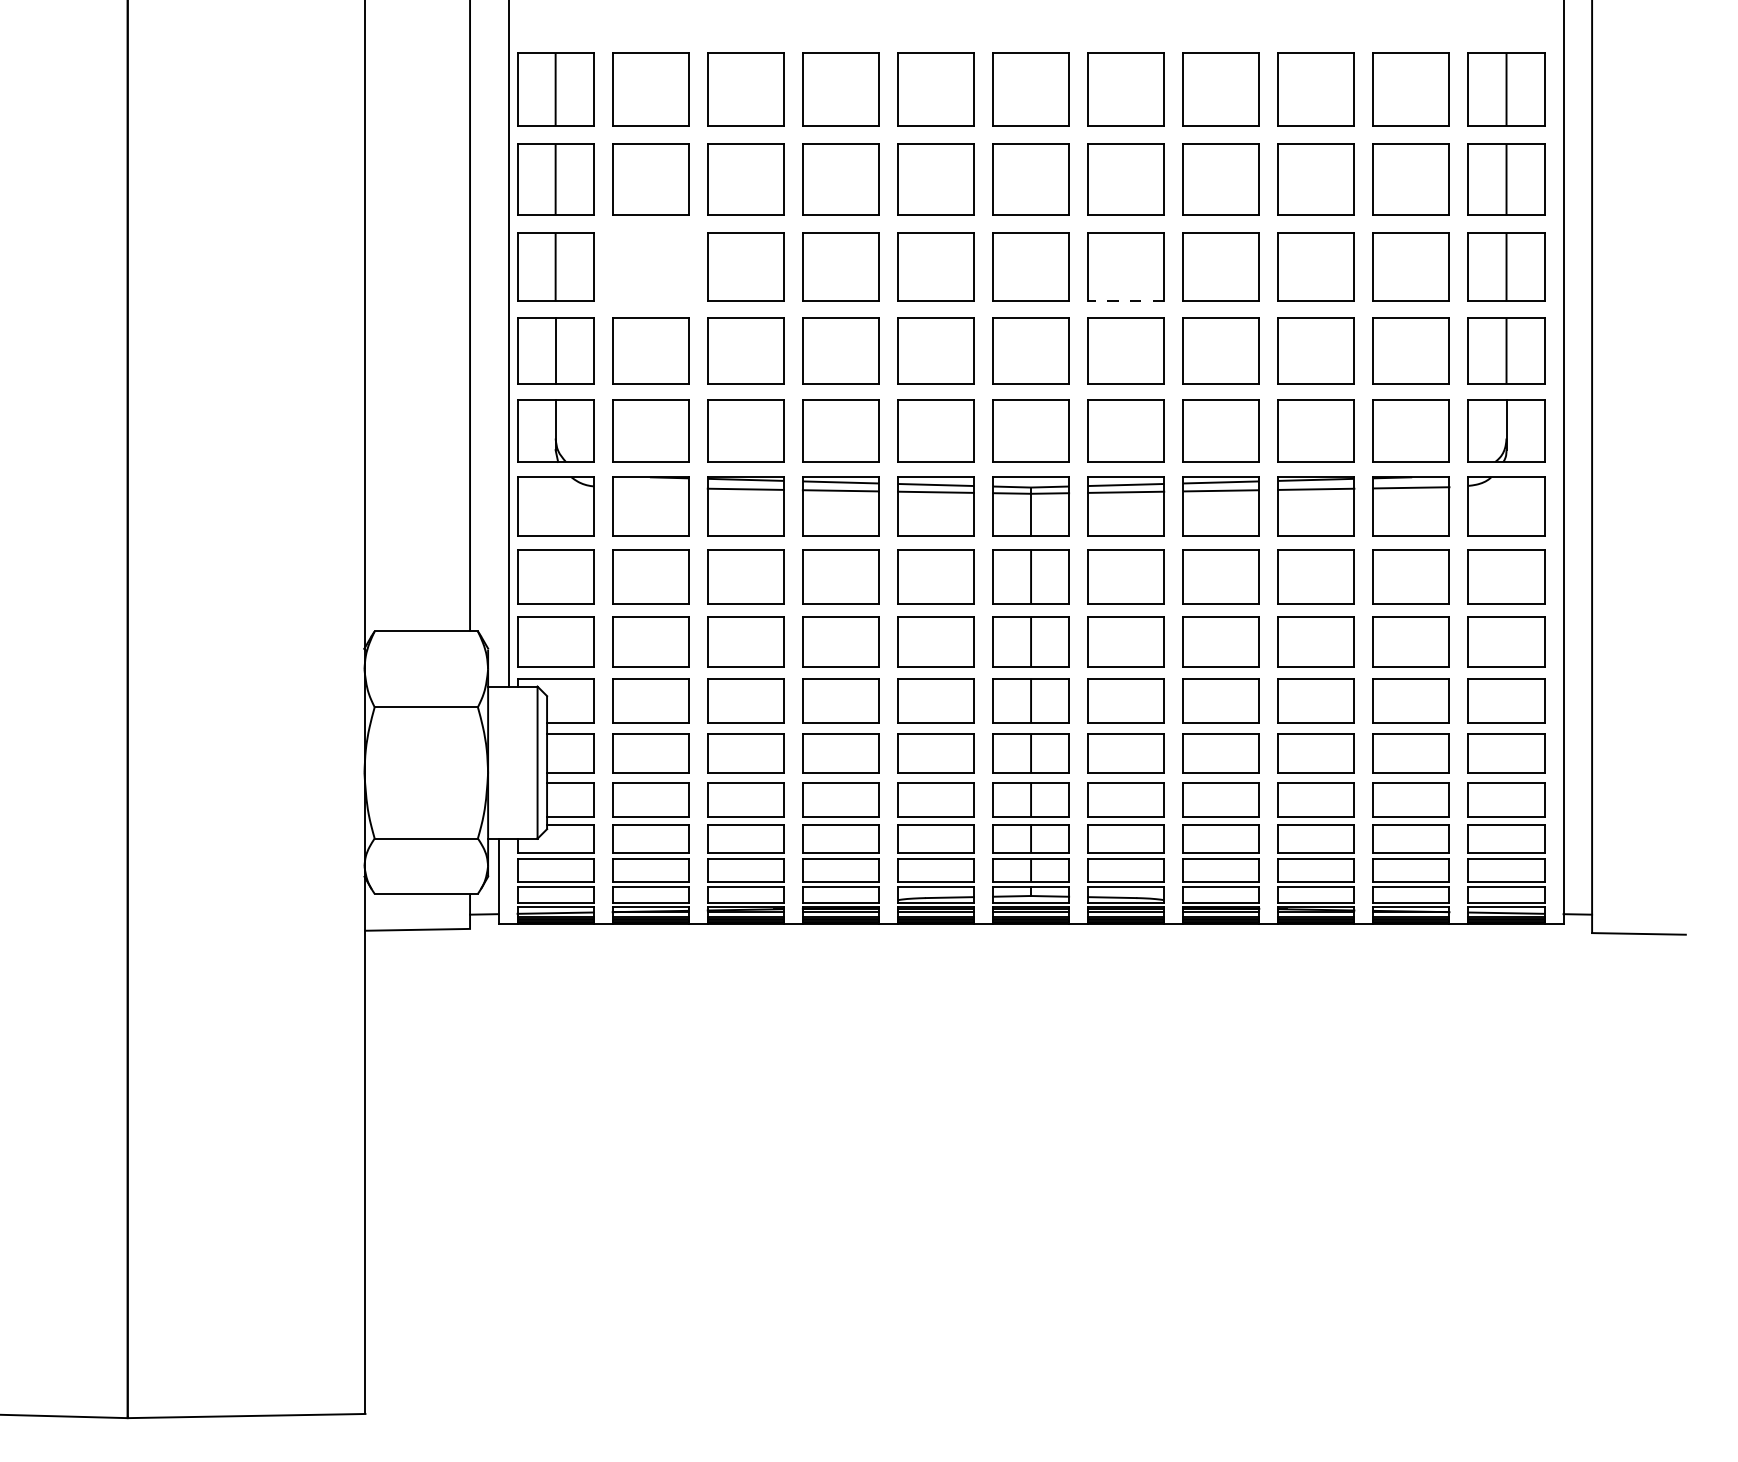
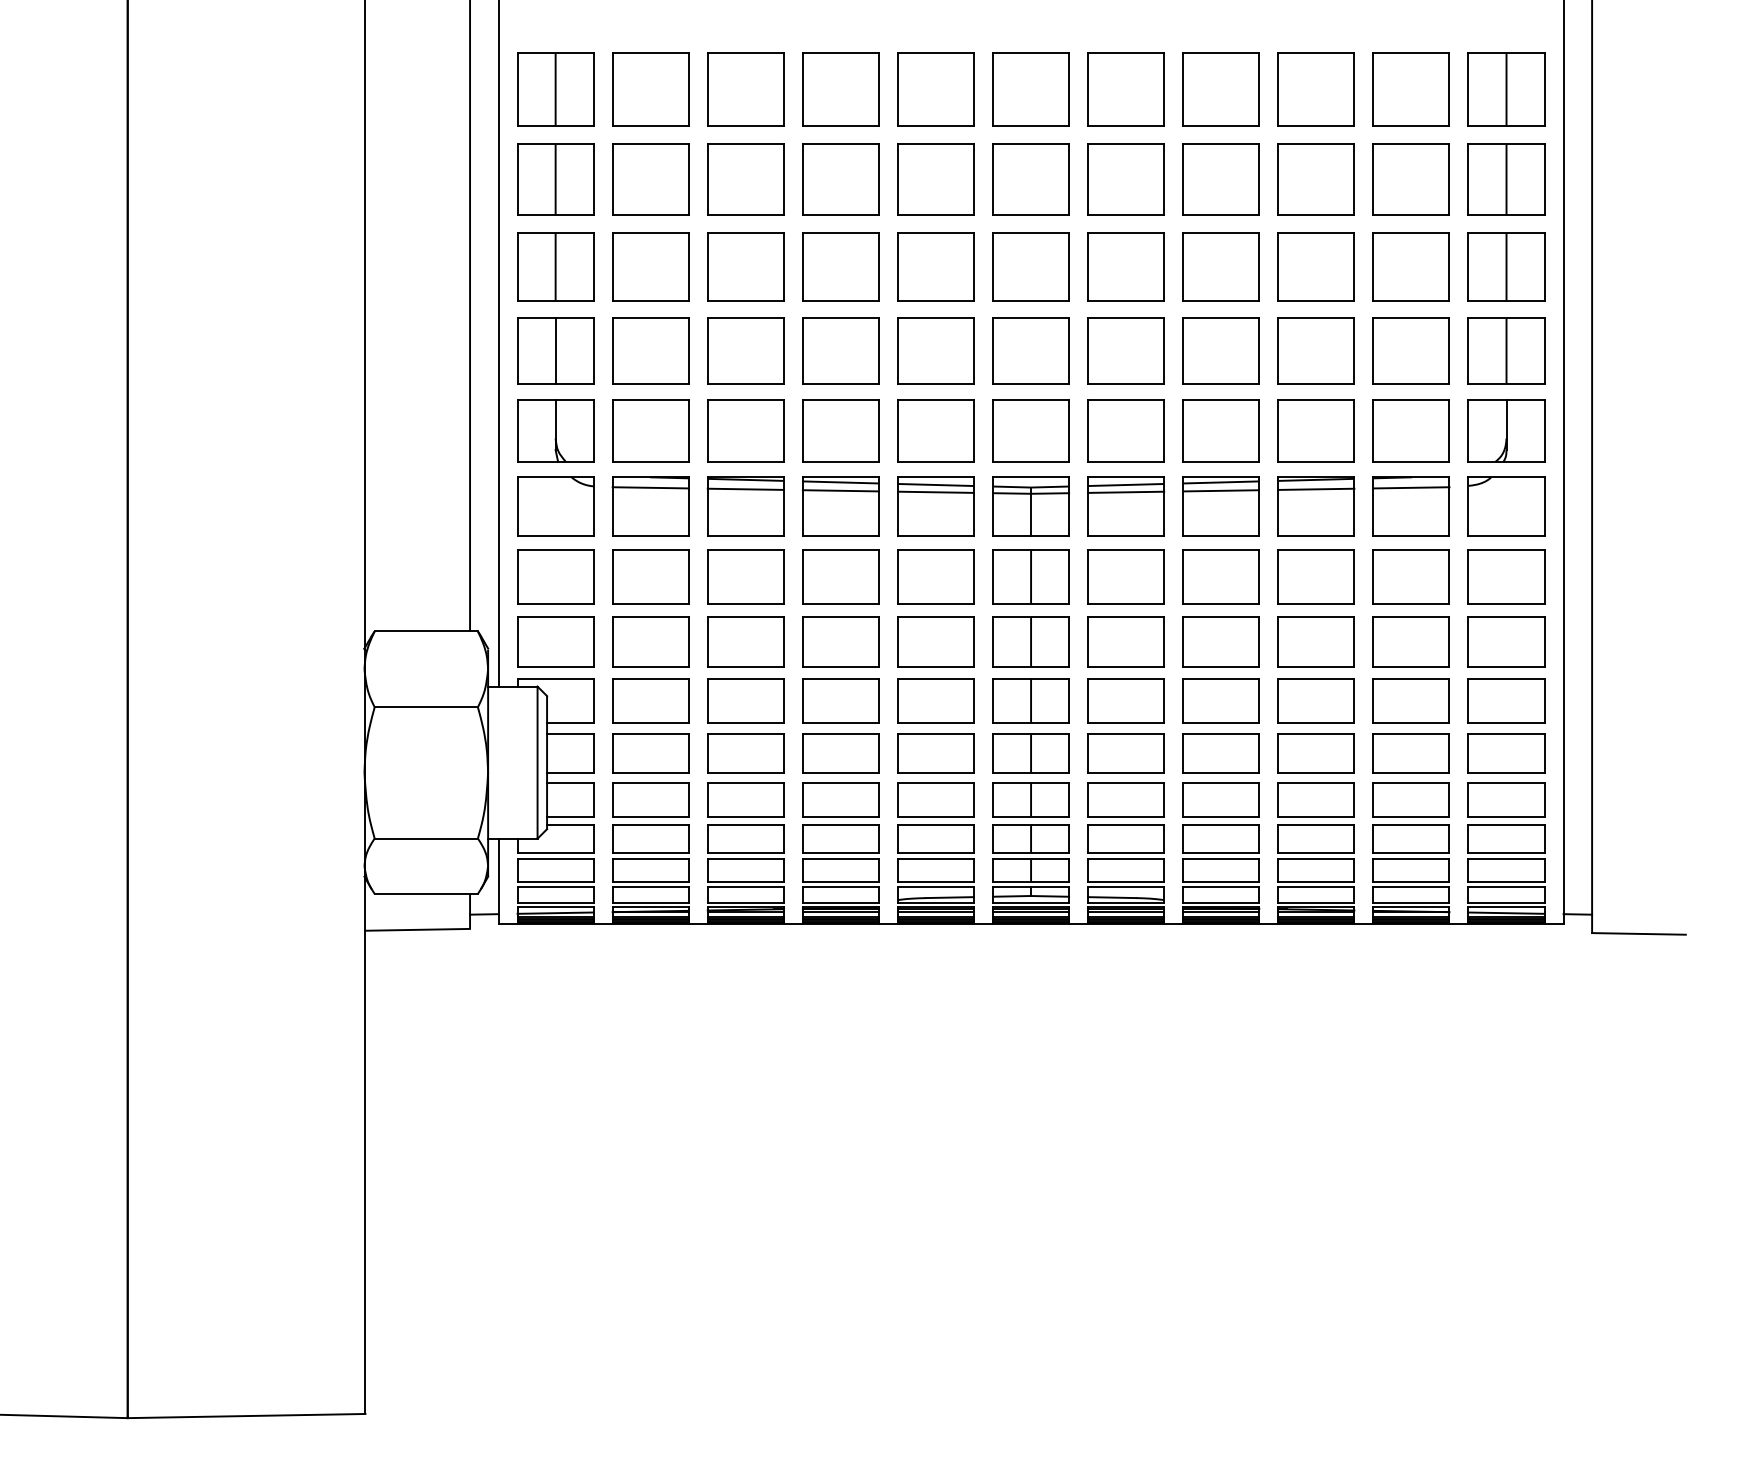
part at (650, 266): none -> present
line at (1125, 301): dashed -> solid
line at (508, 344) position: (508, 344) -> (498, 344)
line at (650, 487): none -> present
